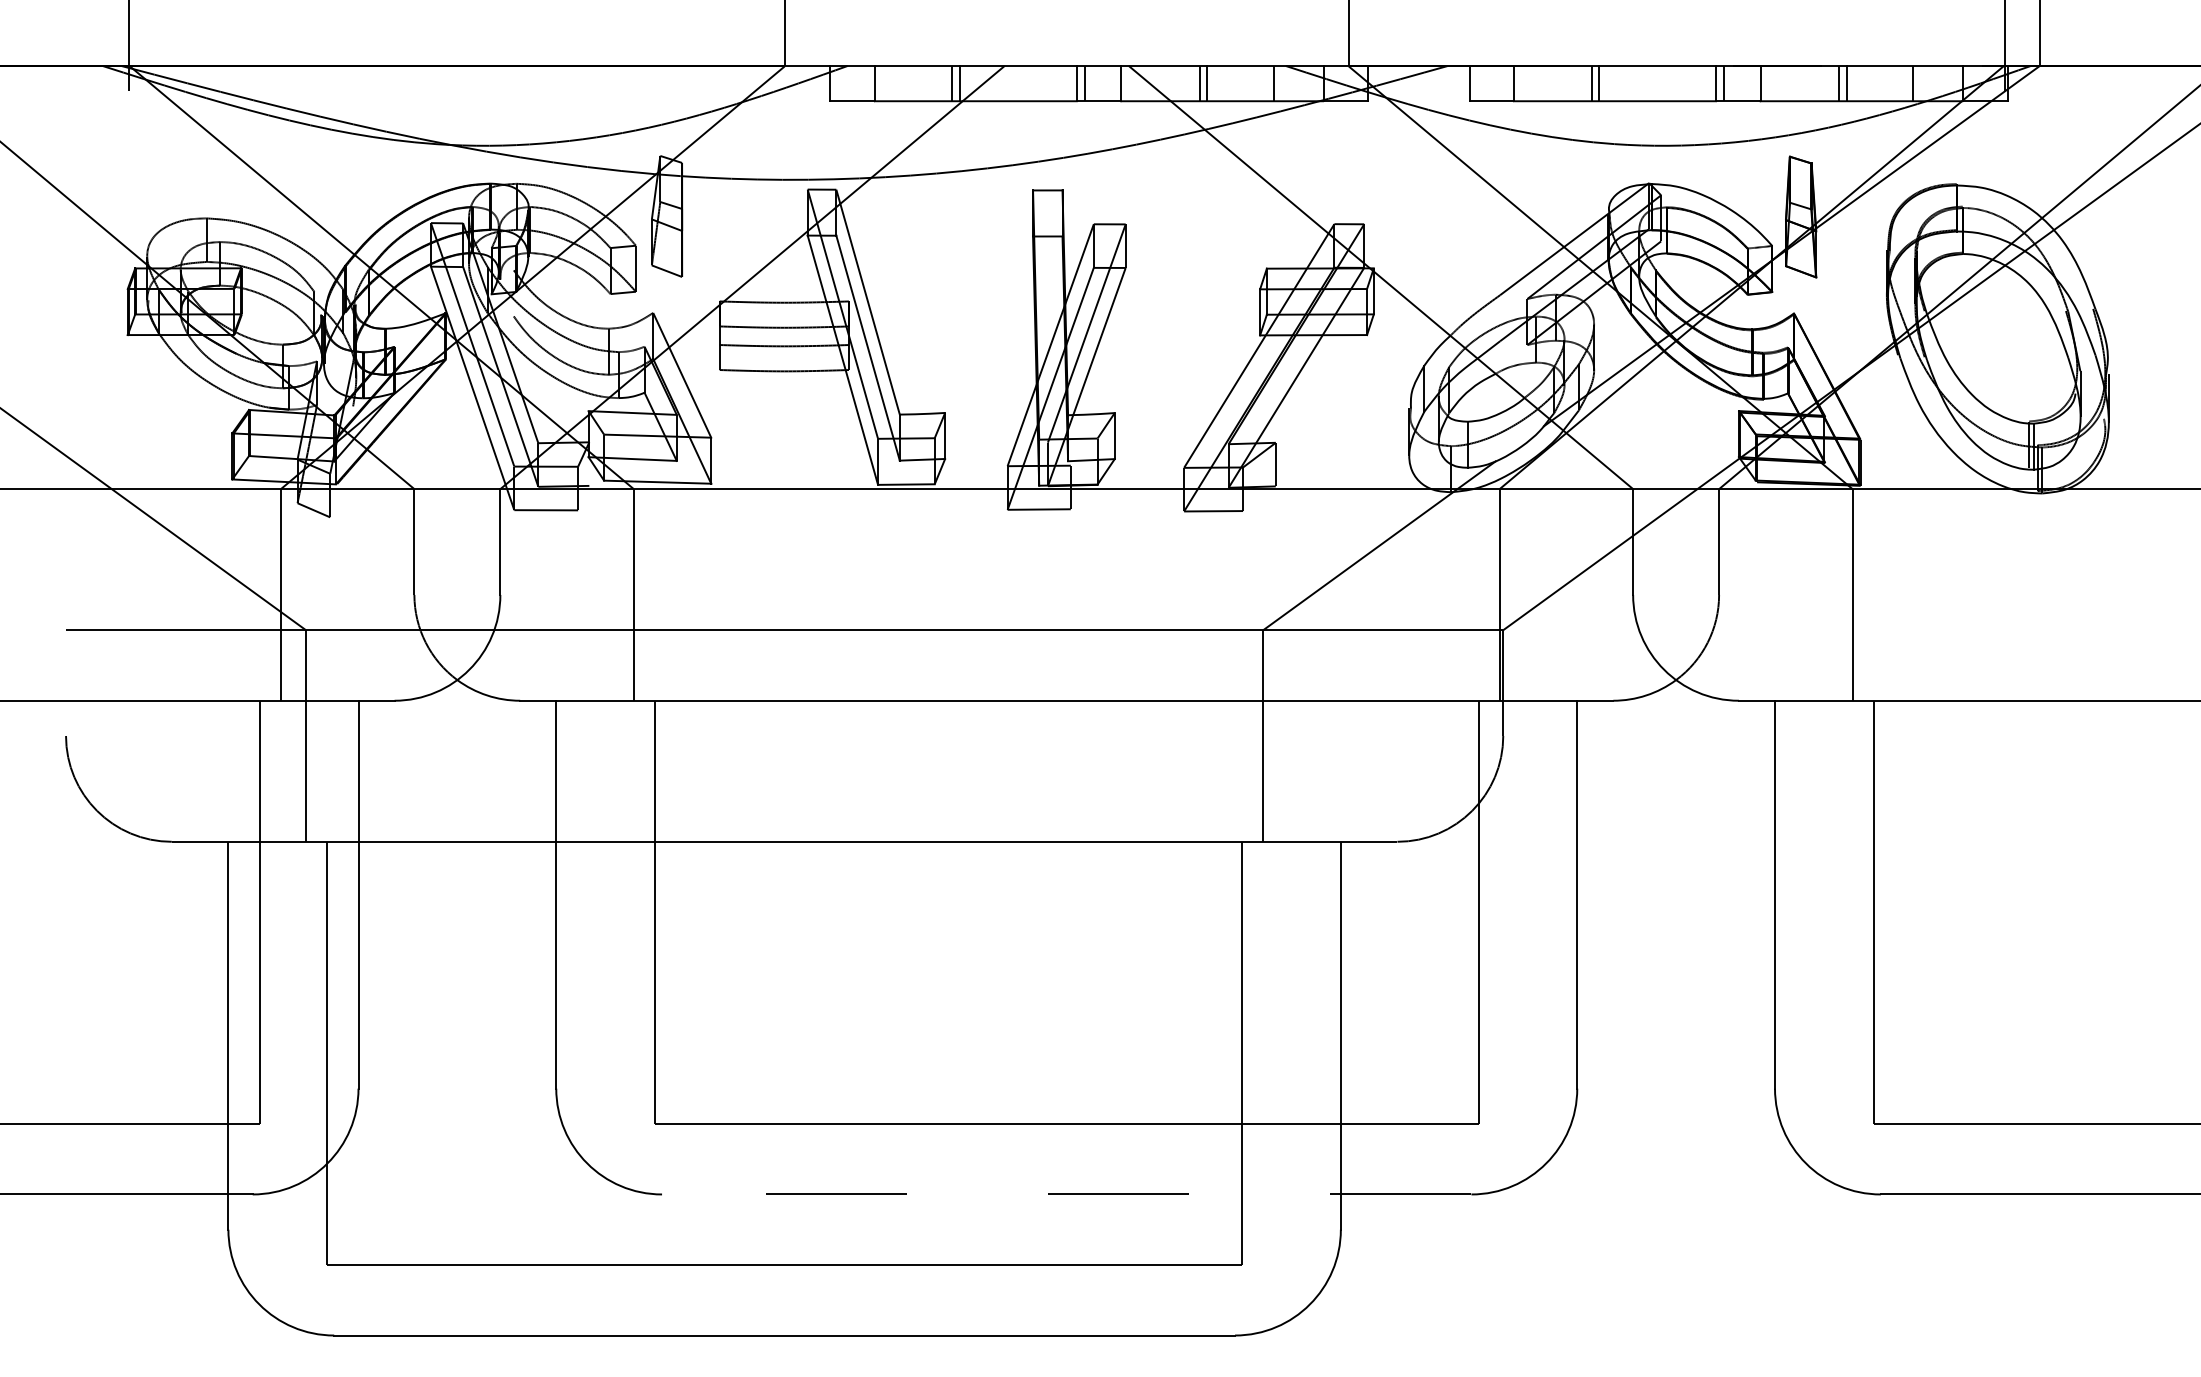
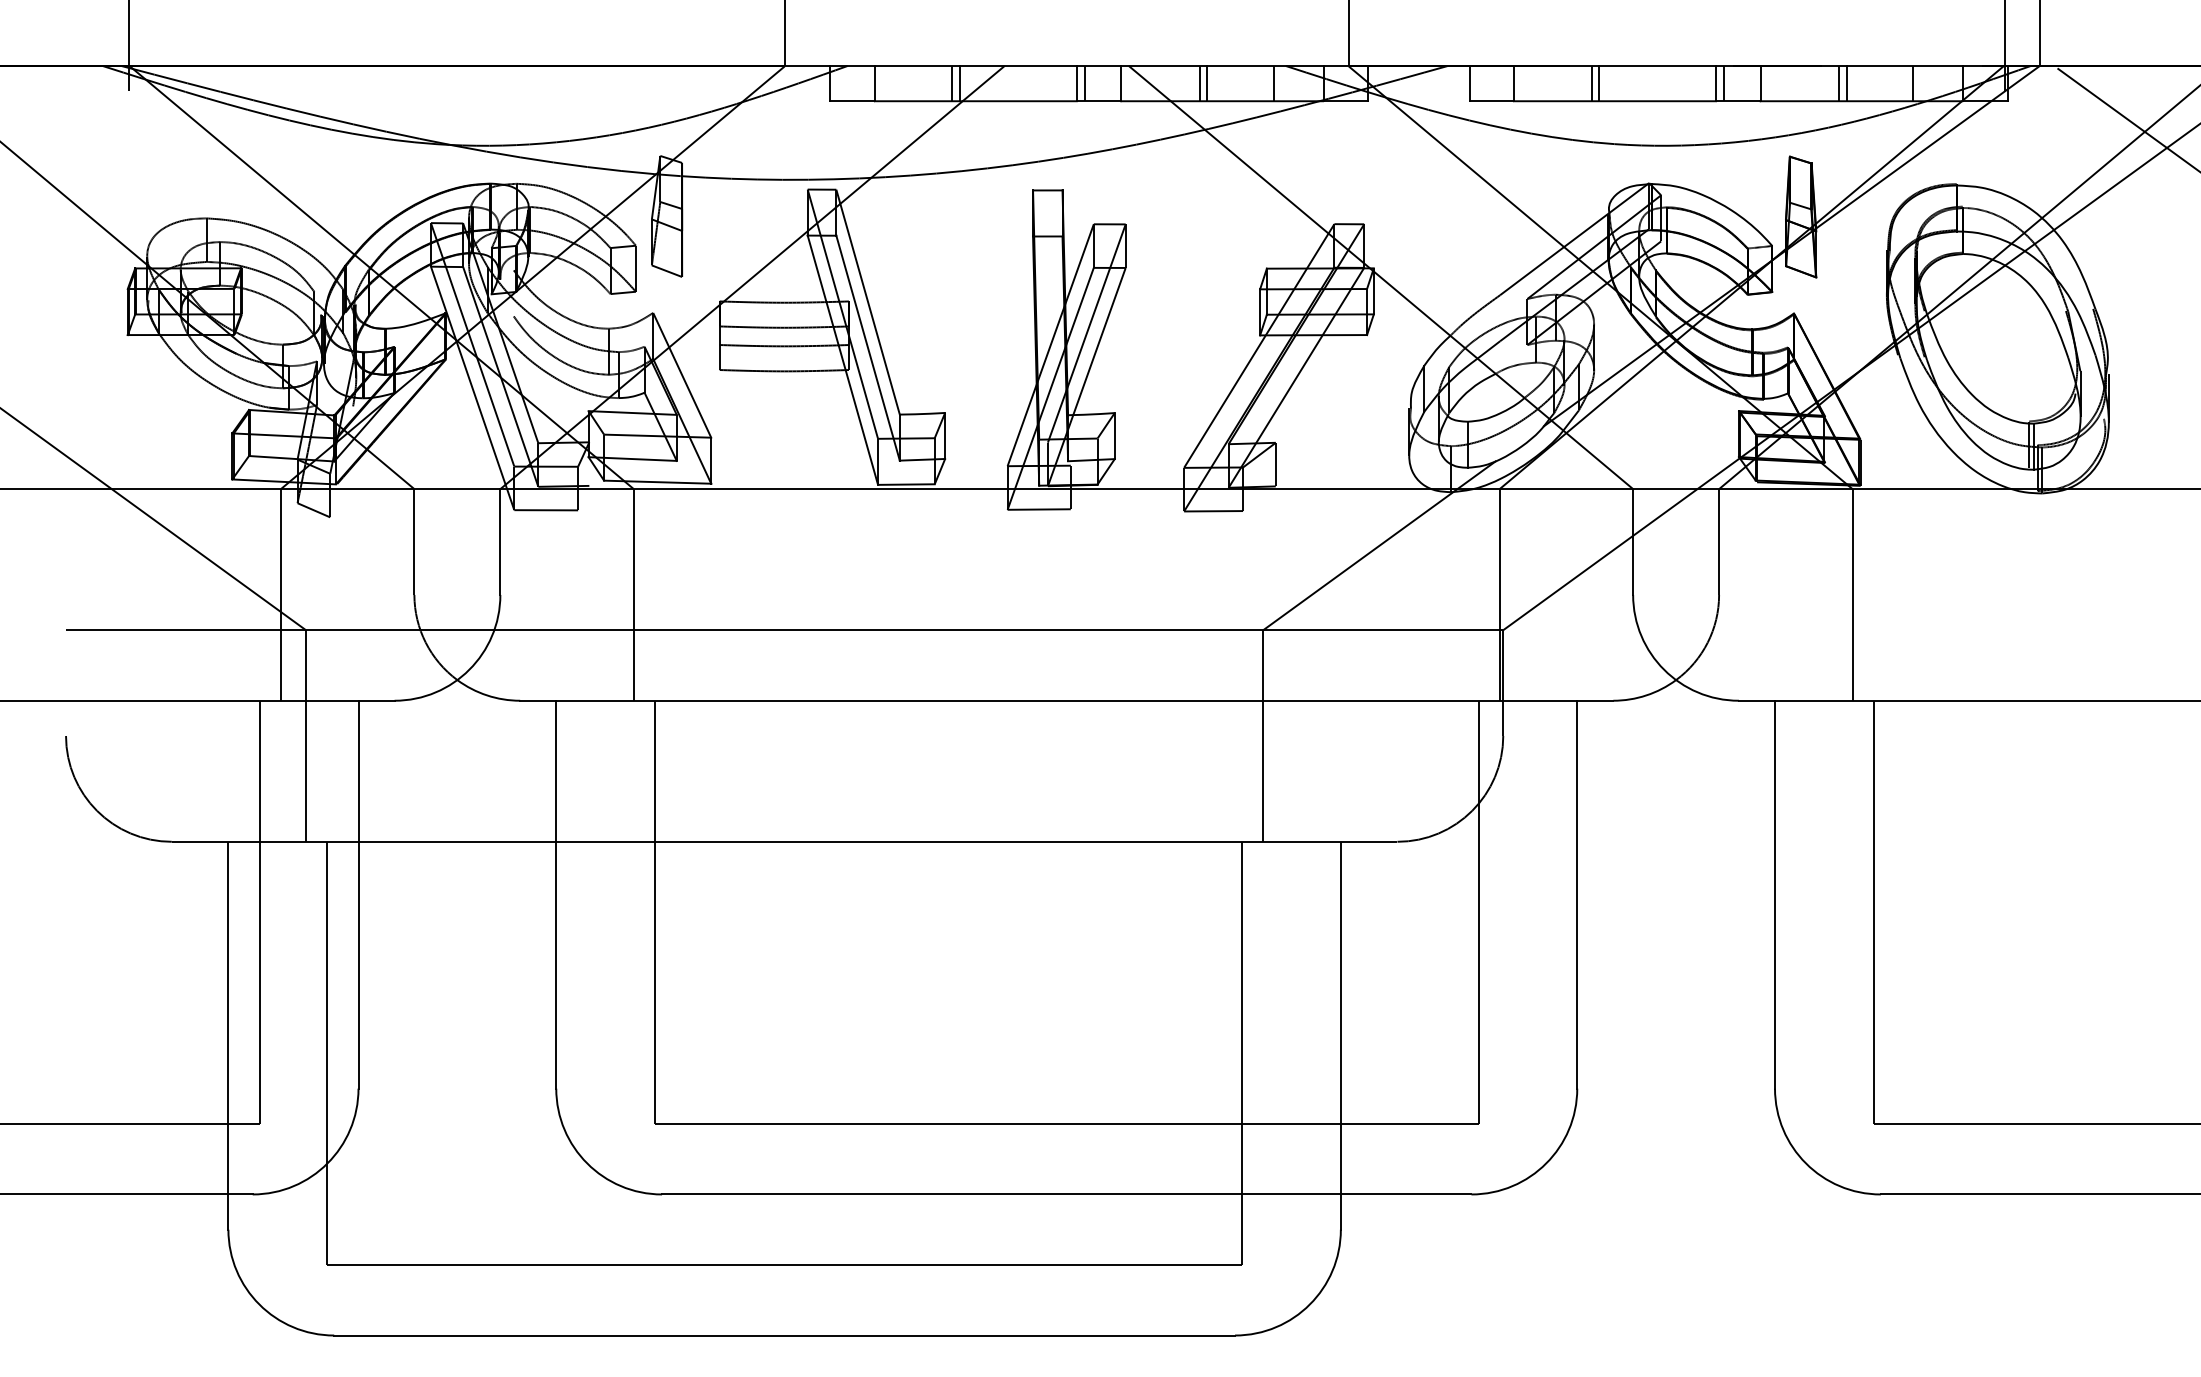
line at (2127, 119): none -> present
line at (1066, 1194): dashed -> solid
